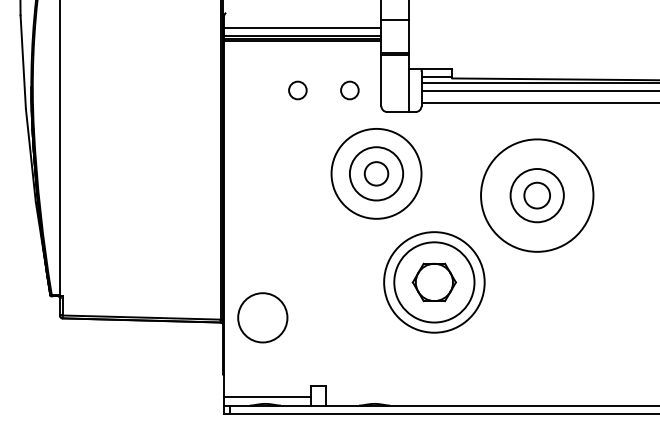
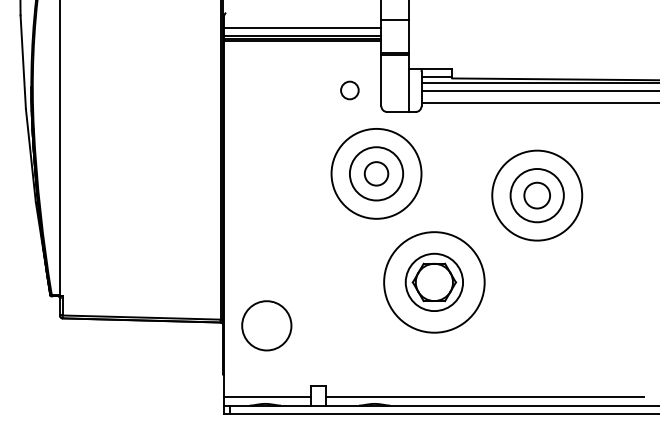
circle at (297, 90): present -> none
circle at (537, 195) diameter: 112 px -> 90 px
circle at (434, 282) diameter: 80 px -> 57 px
circle at (262, 317) position: (262, 317) -> (266, 325)
line at (484, 397): none -> present
